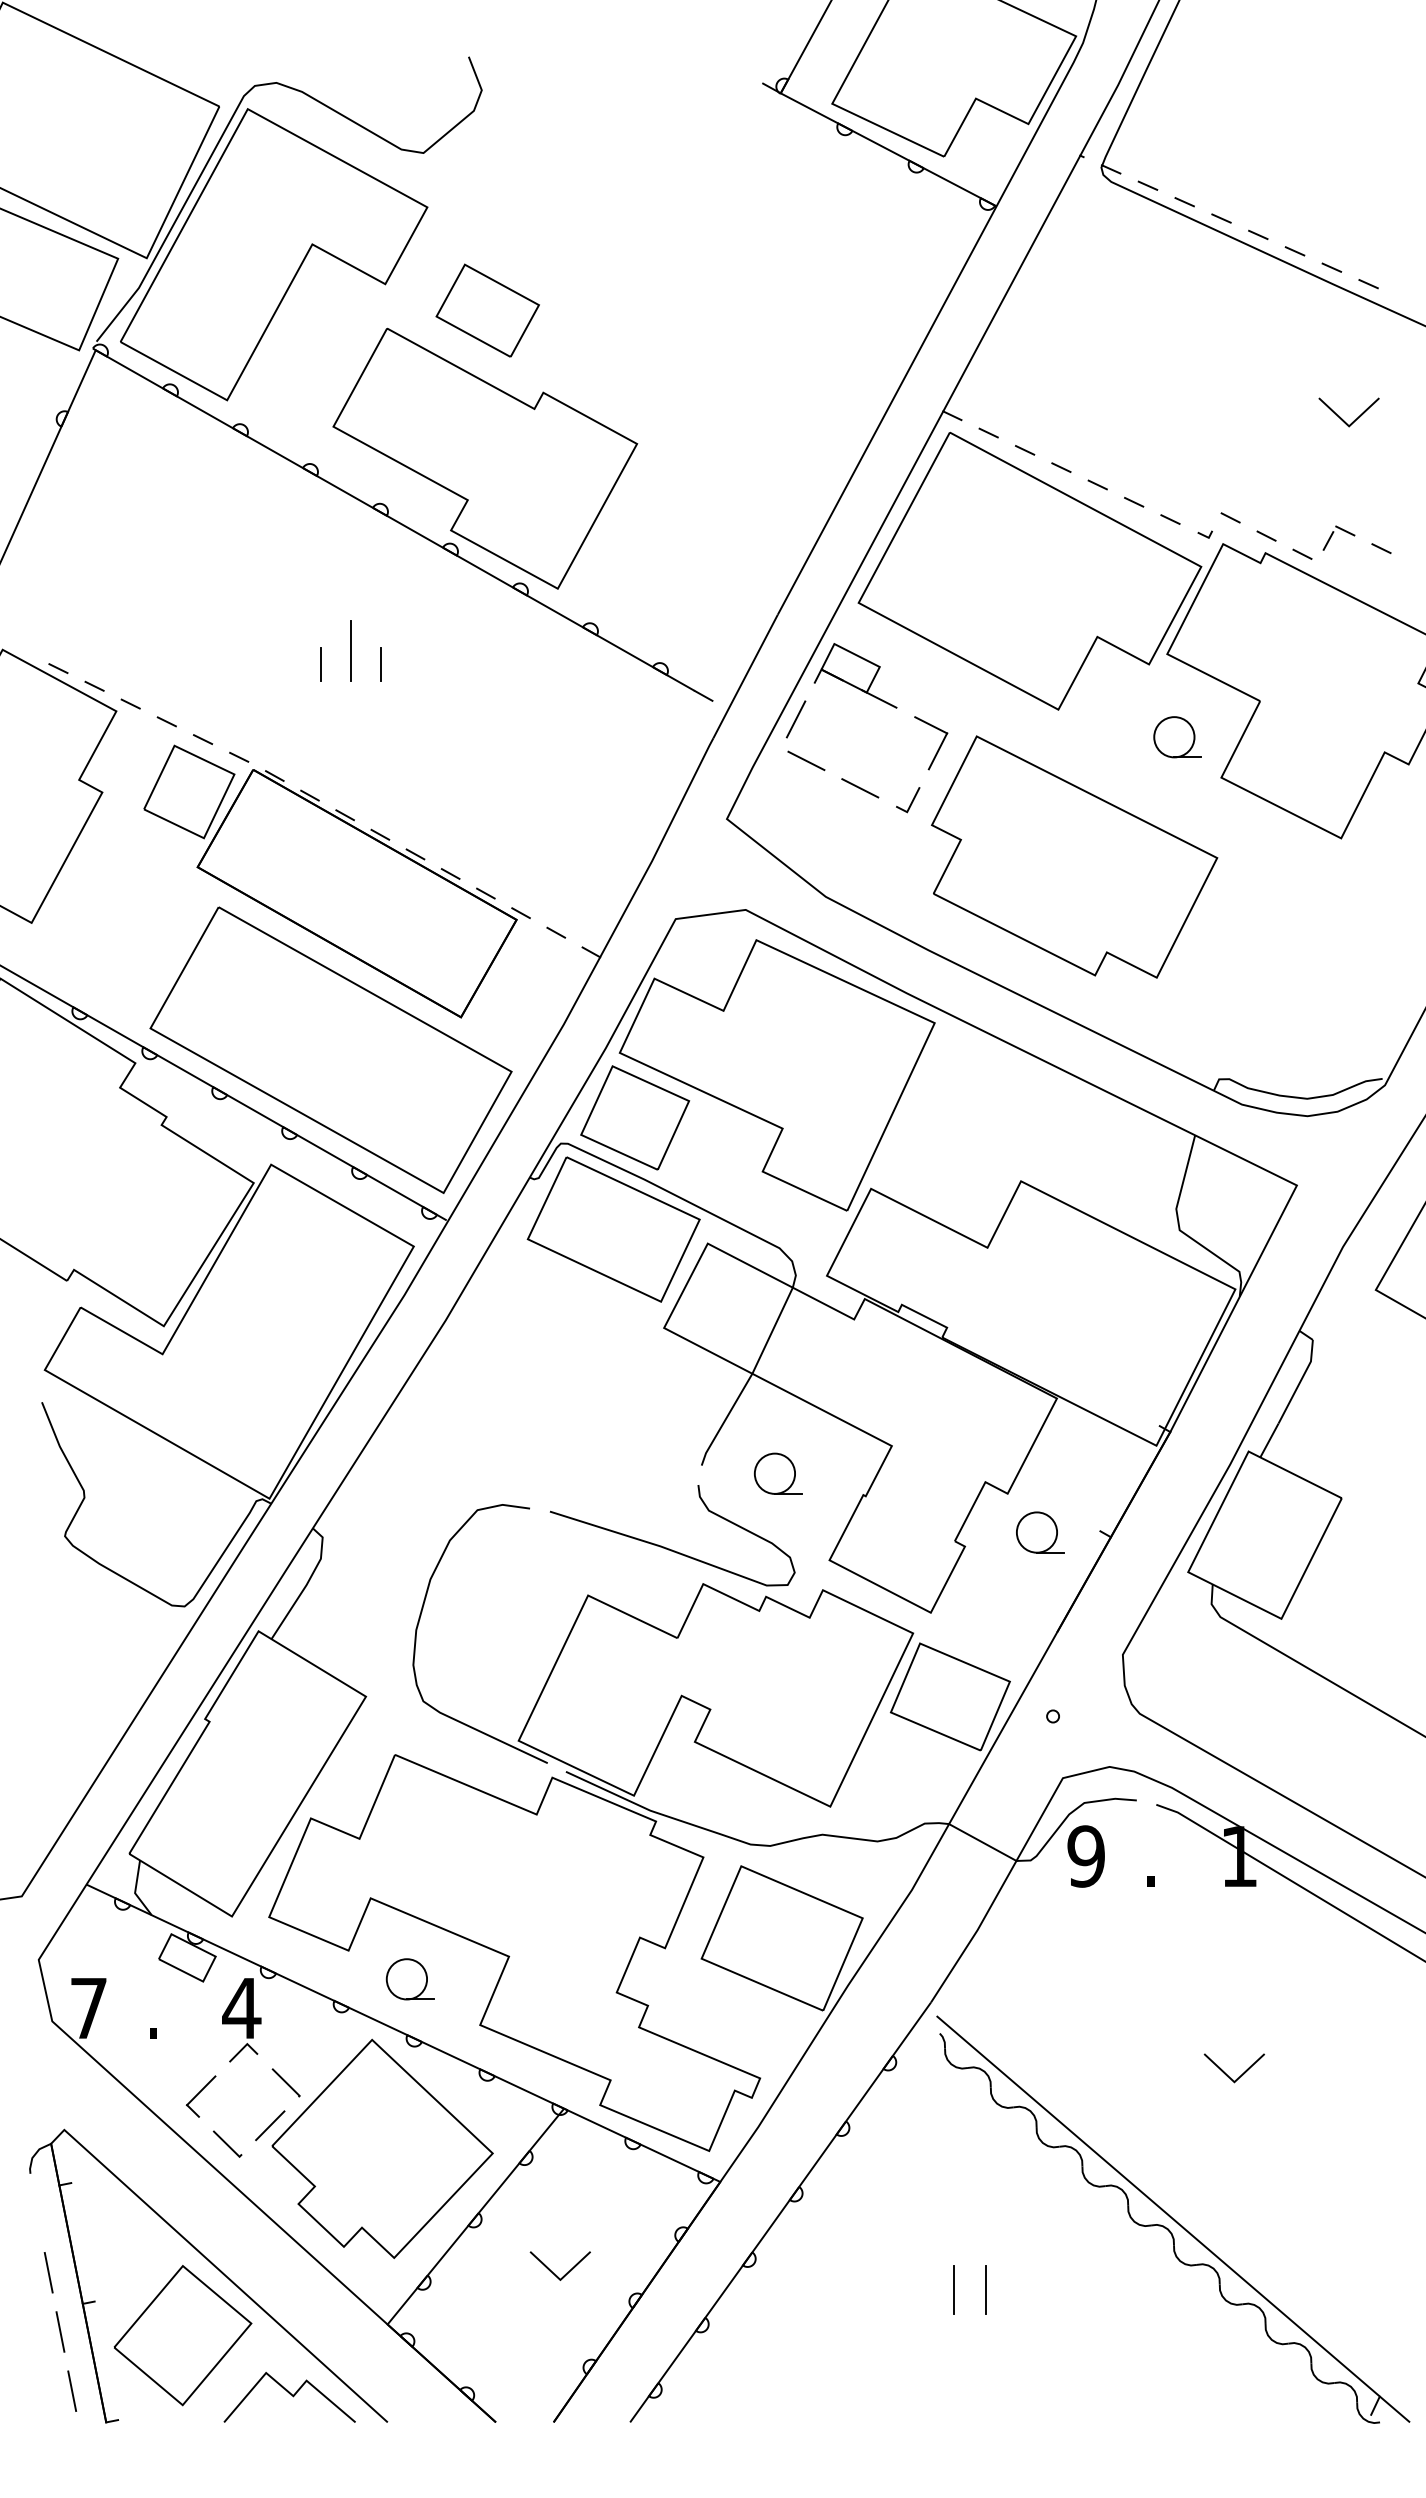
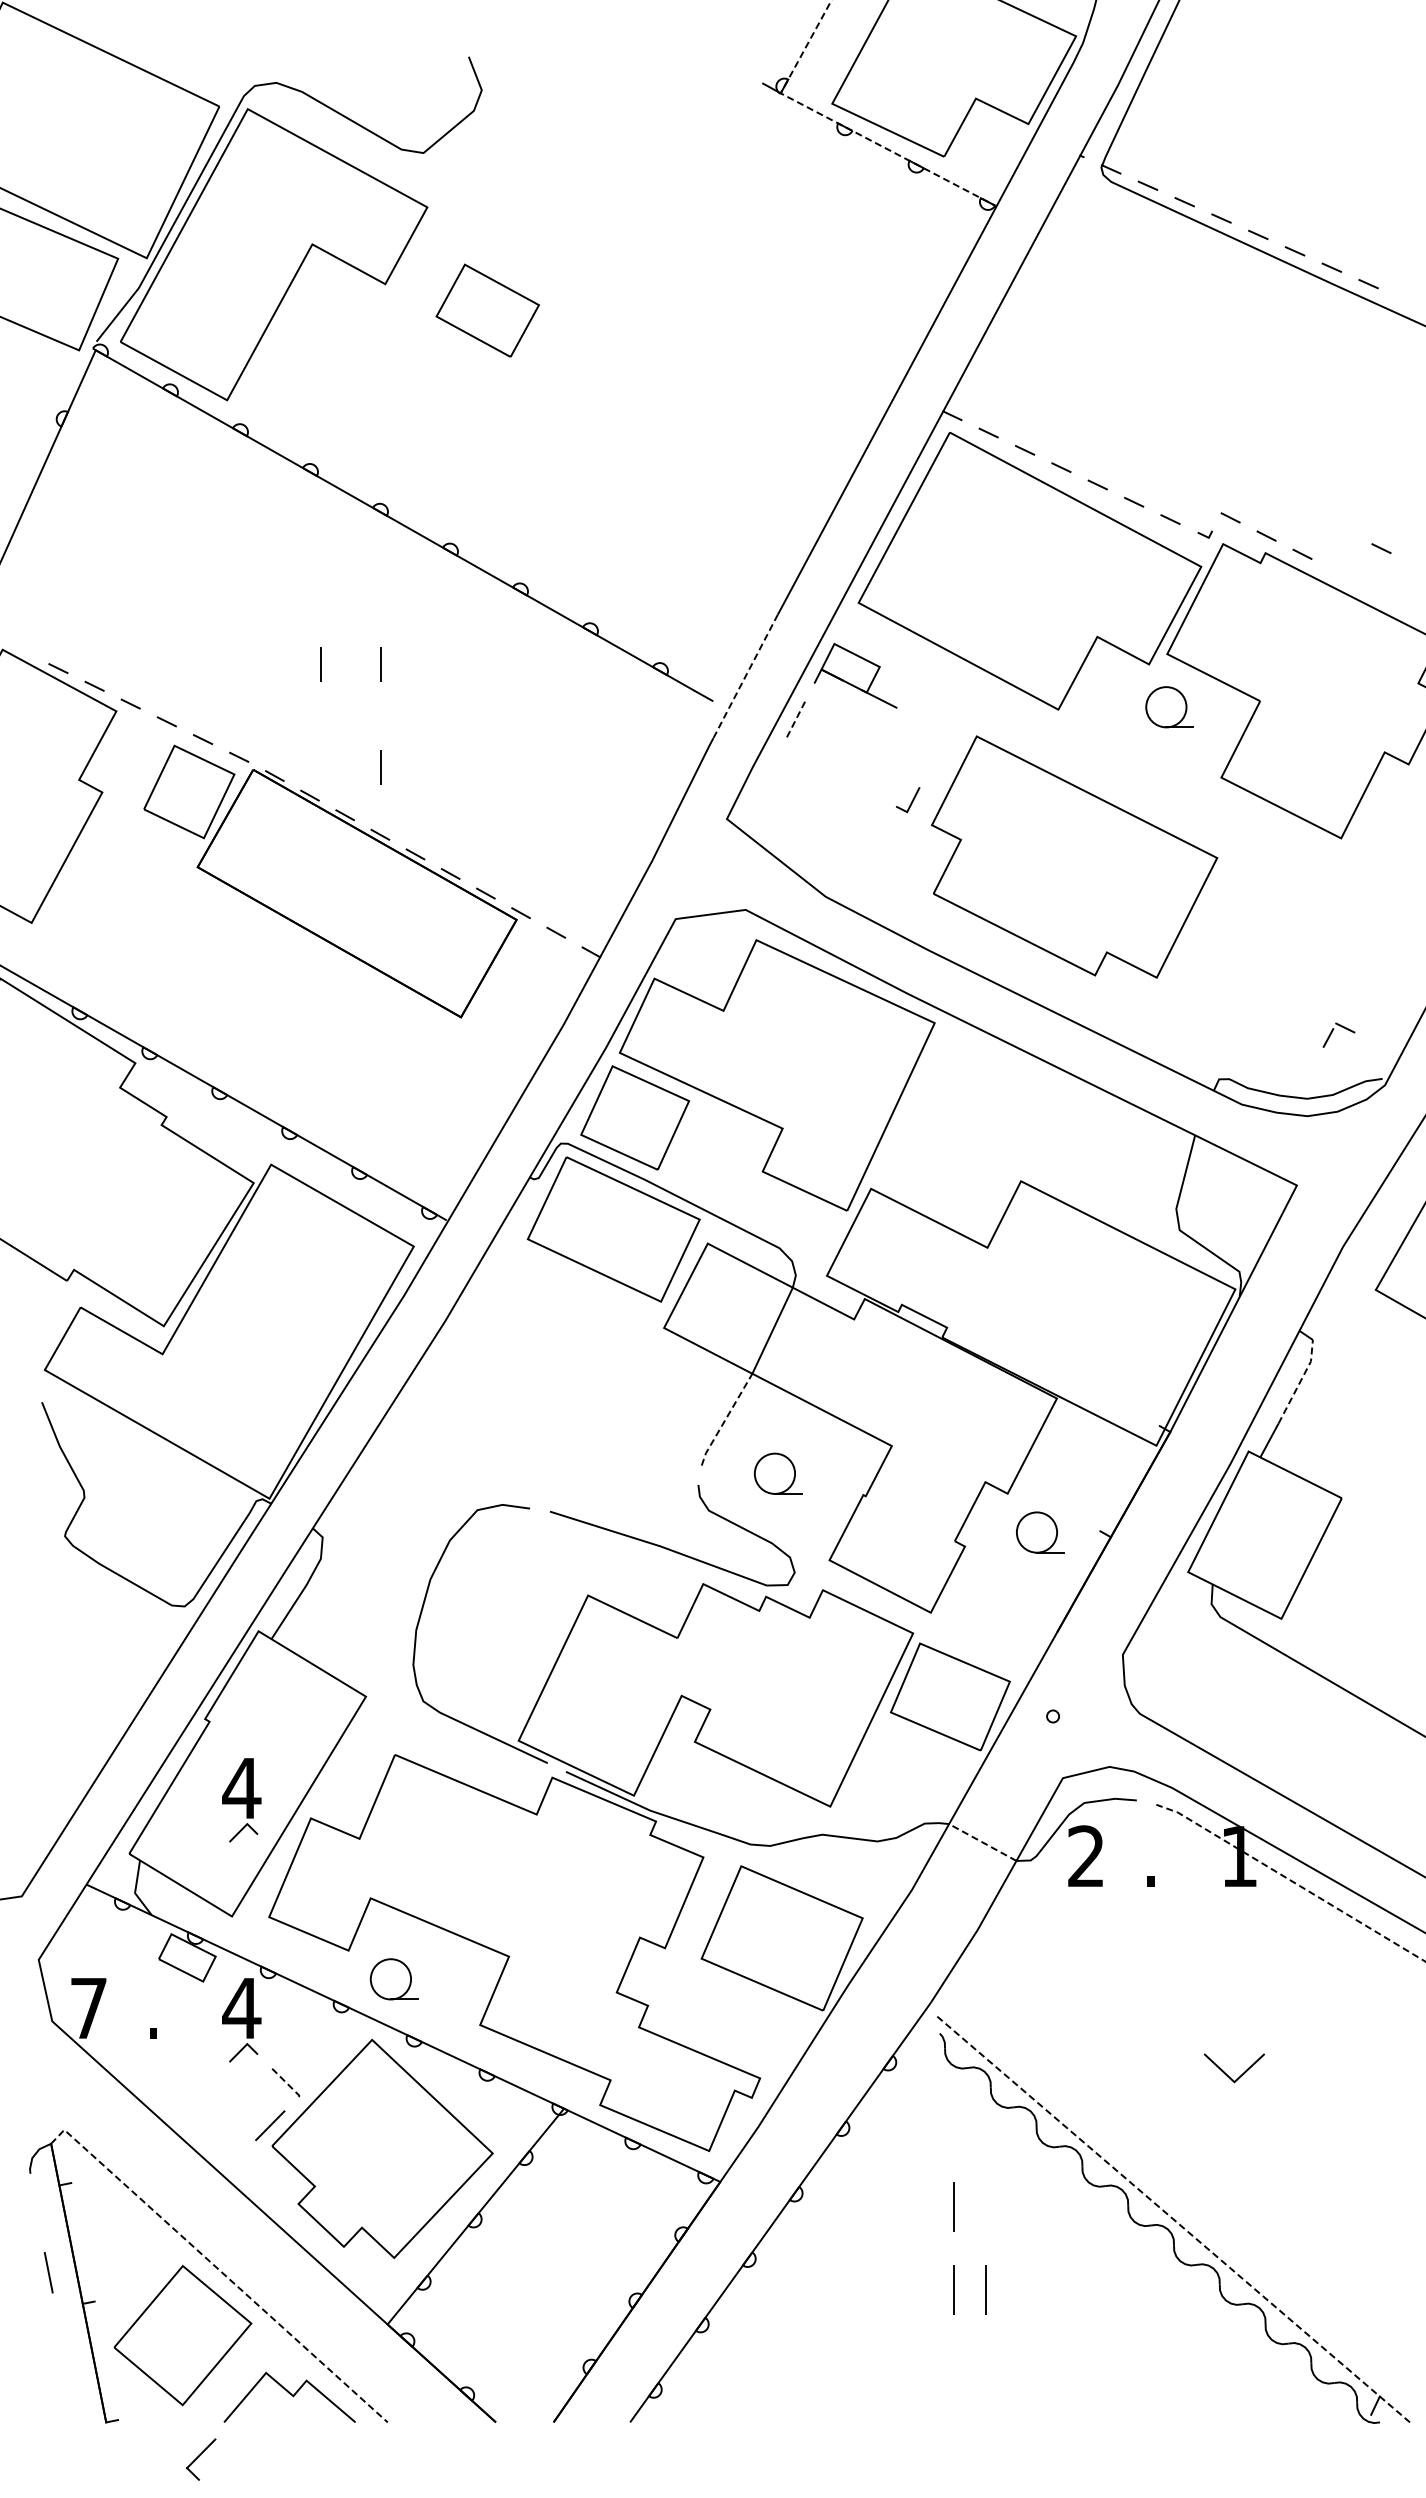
line at (841, 125): solid -> dashed
line at (1342, 418): present -> none
part at (485, 458): present -> none
part at (1332, 535) position: (1332, 535) -> (1332, 1032)
line at (350, 651): present -> none
line at (745, 677): solid -> dashed
line at (796, 718): solid -> dashed
part at (1177, 737) position: (1177, 737) -> (1169, 707)
part at (938, 747): present -> none
line at (806, 760): present -> none
line at (380, 767): none -> present
line at (860, 788): present -> none
part at (330, 1049): present -> none
line at (1300, 1381): solid -> dashed
line at (725, 1419): solid -> dashed
part at (241, 1800): none -> present
line at (982, 1842): solid -> dashed
text at (1085, 1856): 9 -> 2
line at (1290, 1880): solid -> dashed
part at (409, 1979) position: (409, 1979) -> (393, 1979)
line at (287, 2083): solid -> dashed
part at (200, 2096) position: (200, 2096) -> (200, 2459)
line at (227, 2143): present -> none
line at (953, 2206): none -> present
line at (1173, 2219): solid -> dashed
line at (218, 2269): solid -> dashed
line at (552, 2271): present -> none
line at (60, 2331): present -> none
line at (72, 2390): present -> none
